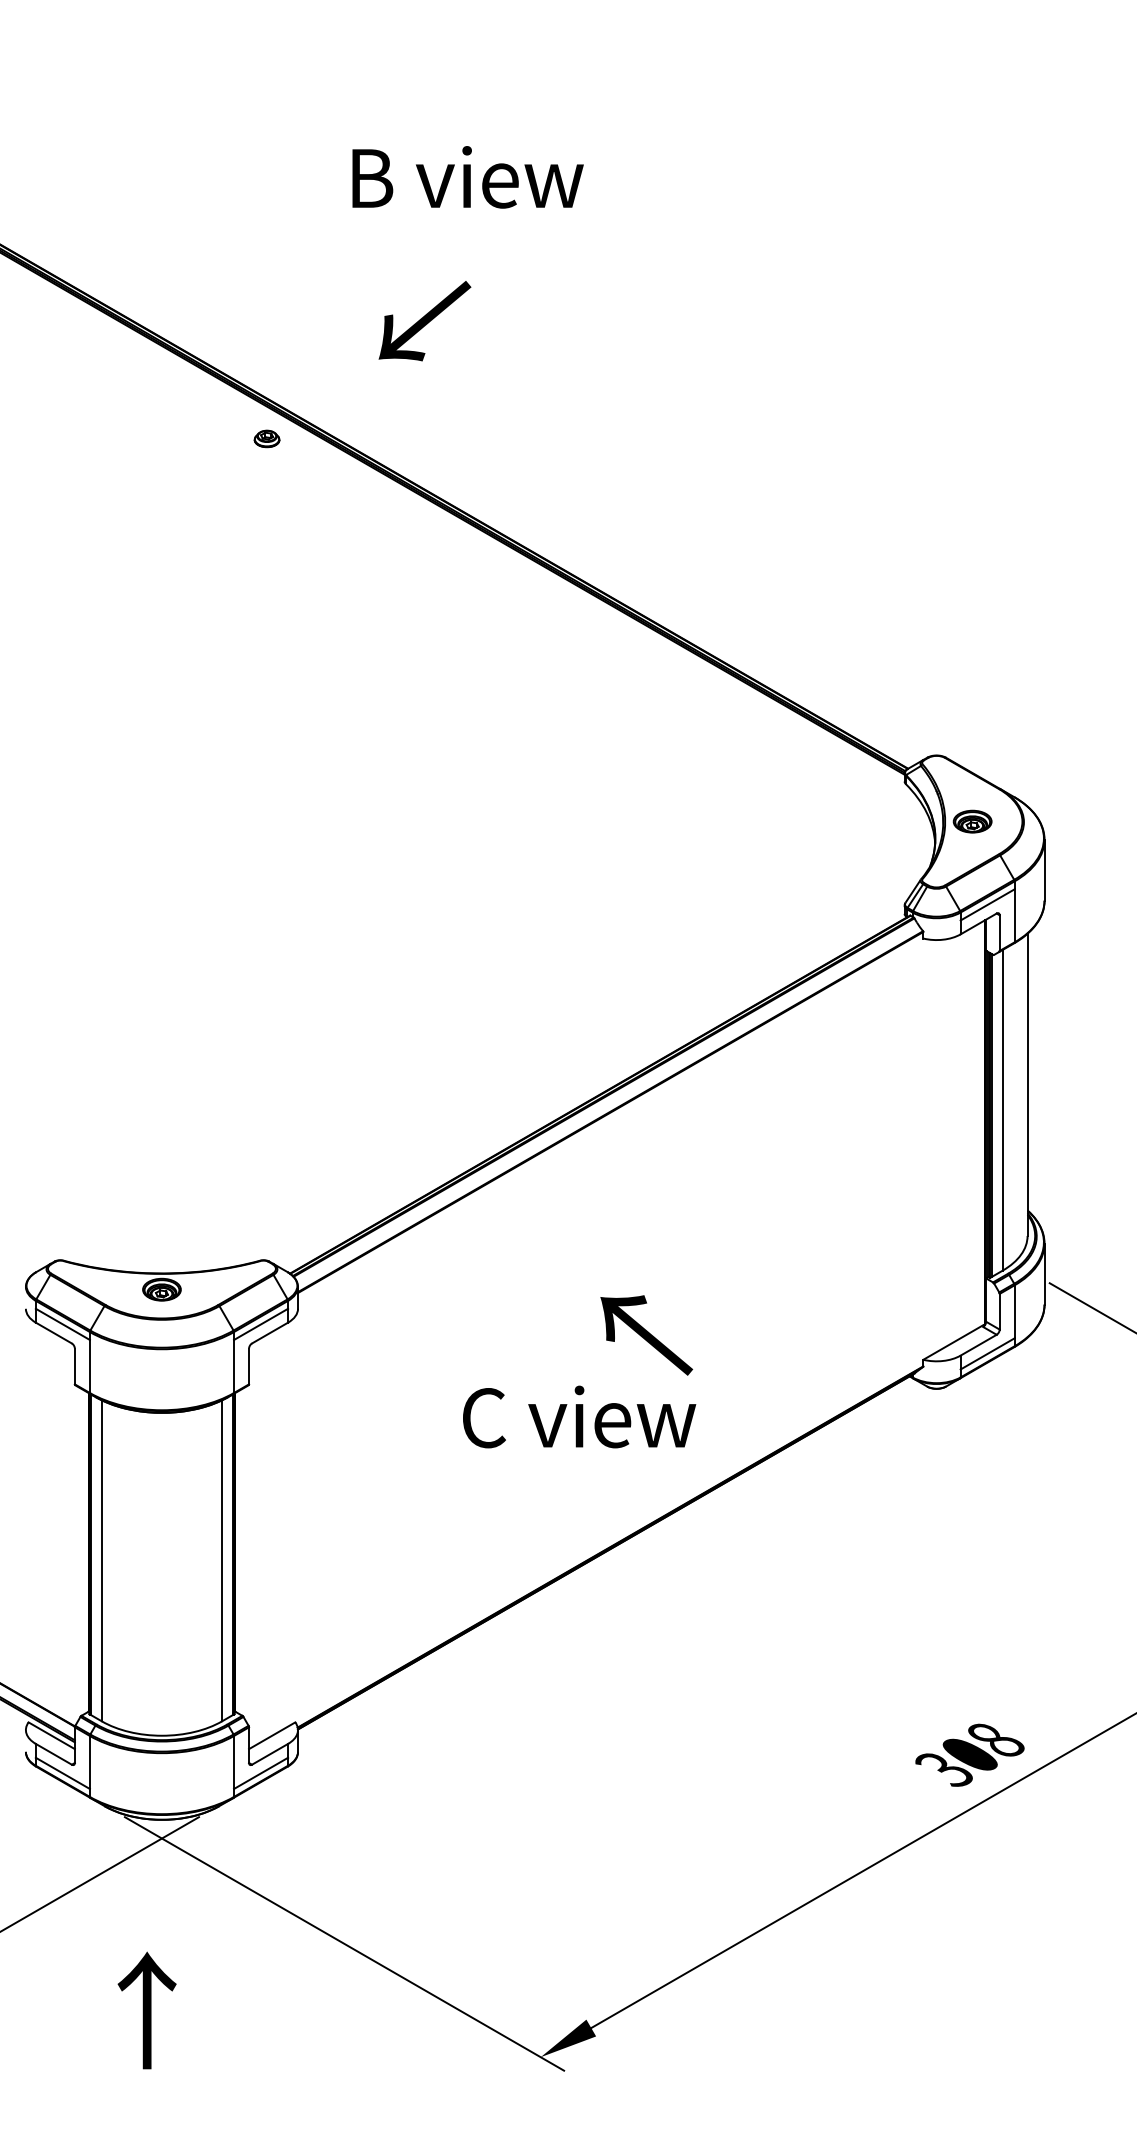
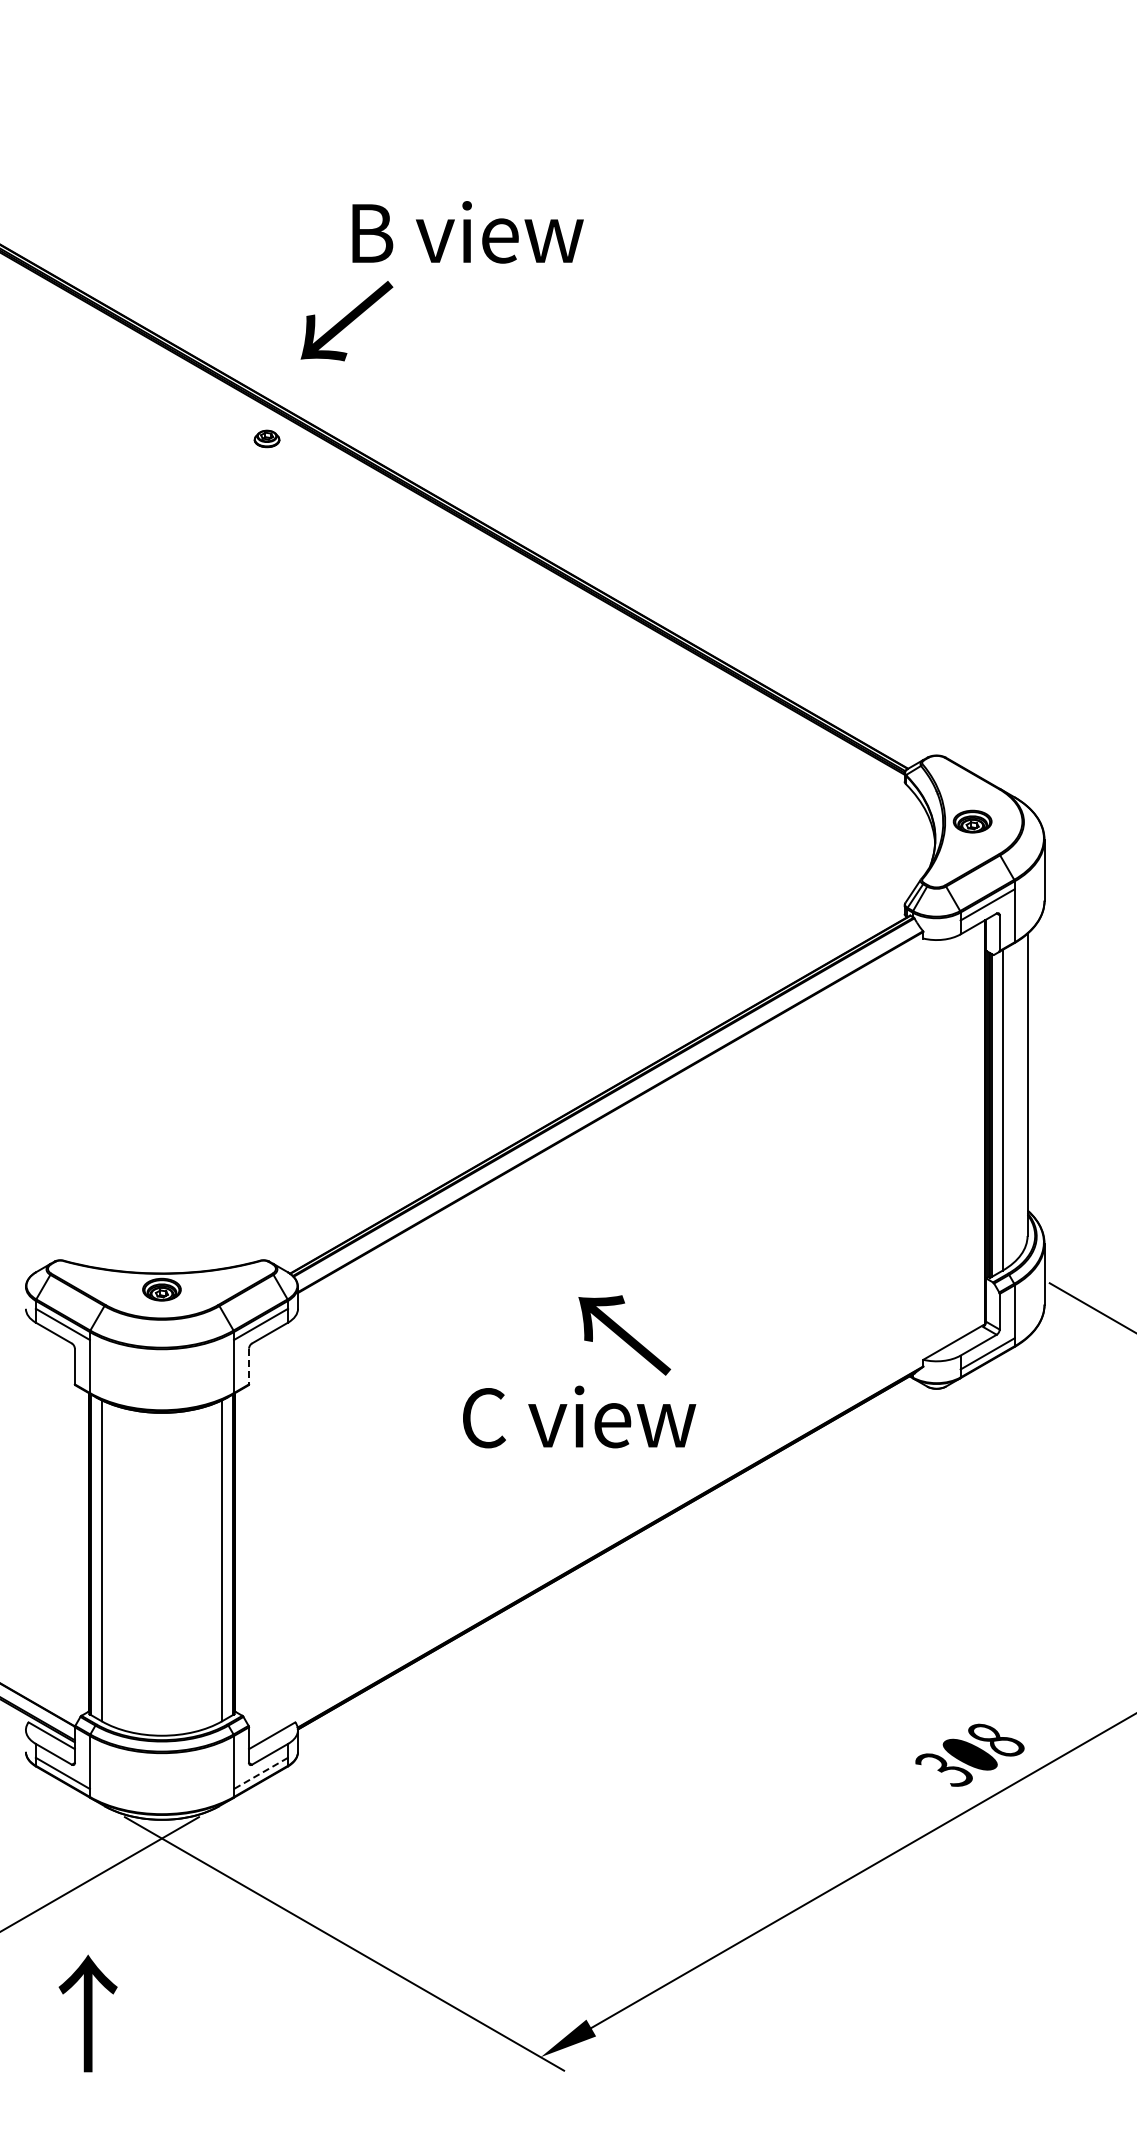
text at (467, 177) position: (467, 177) -> (467, 232)
text at (424, 321) position: (424, 321) -> (346, 321)
text at (646, 1335) position: (646, 1335) -> (624, 1335)
line at (249, 1366): solid -> dashed
line at (260, 1773): solid -> dashed
text at (146, 2010) position: (146, 2010) -> (87, 2013)
